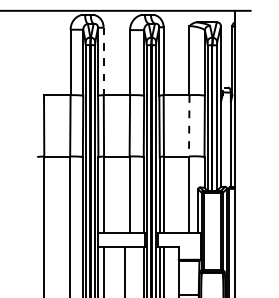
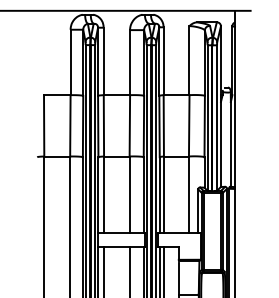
line at (103, 61): dashed -> solid
line at (189, 125): dashed -> solid
line at (124, 270) position: (124, 270) -> (129, 270)
